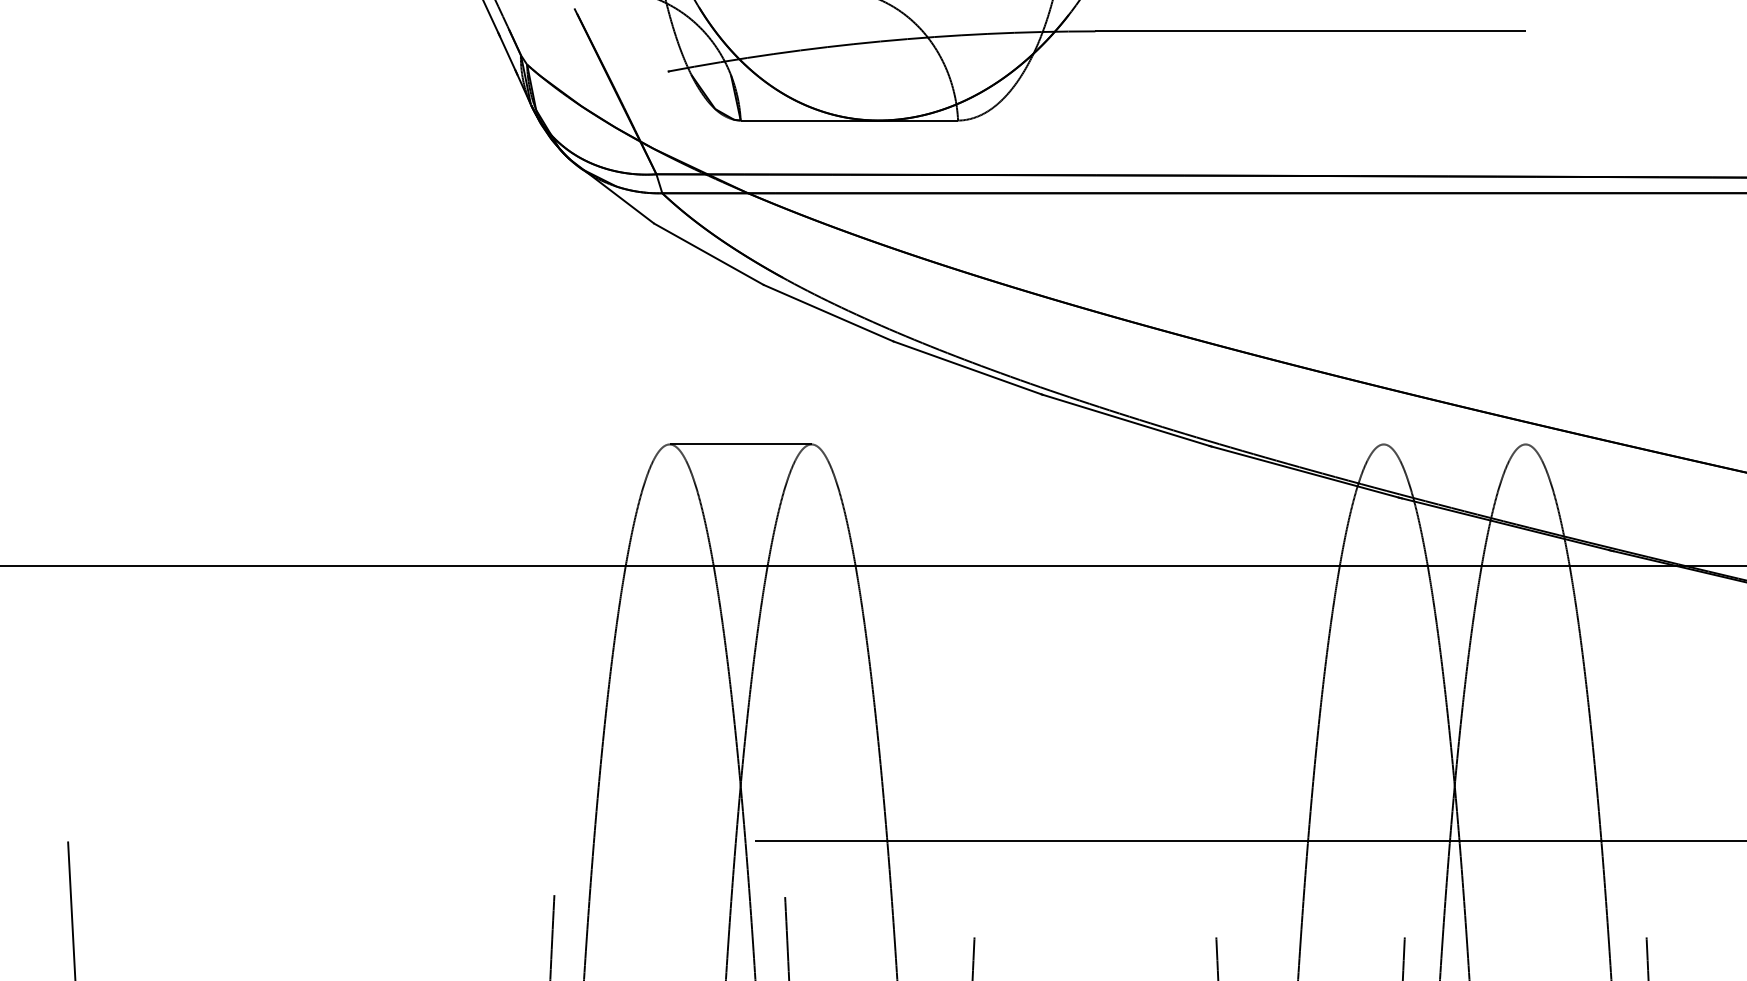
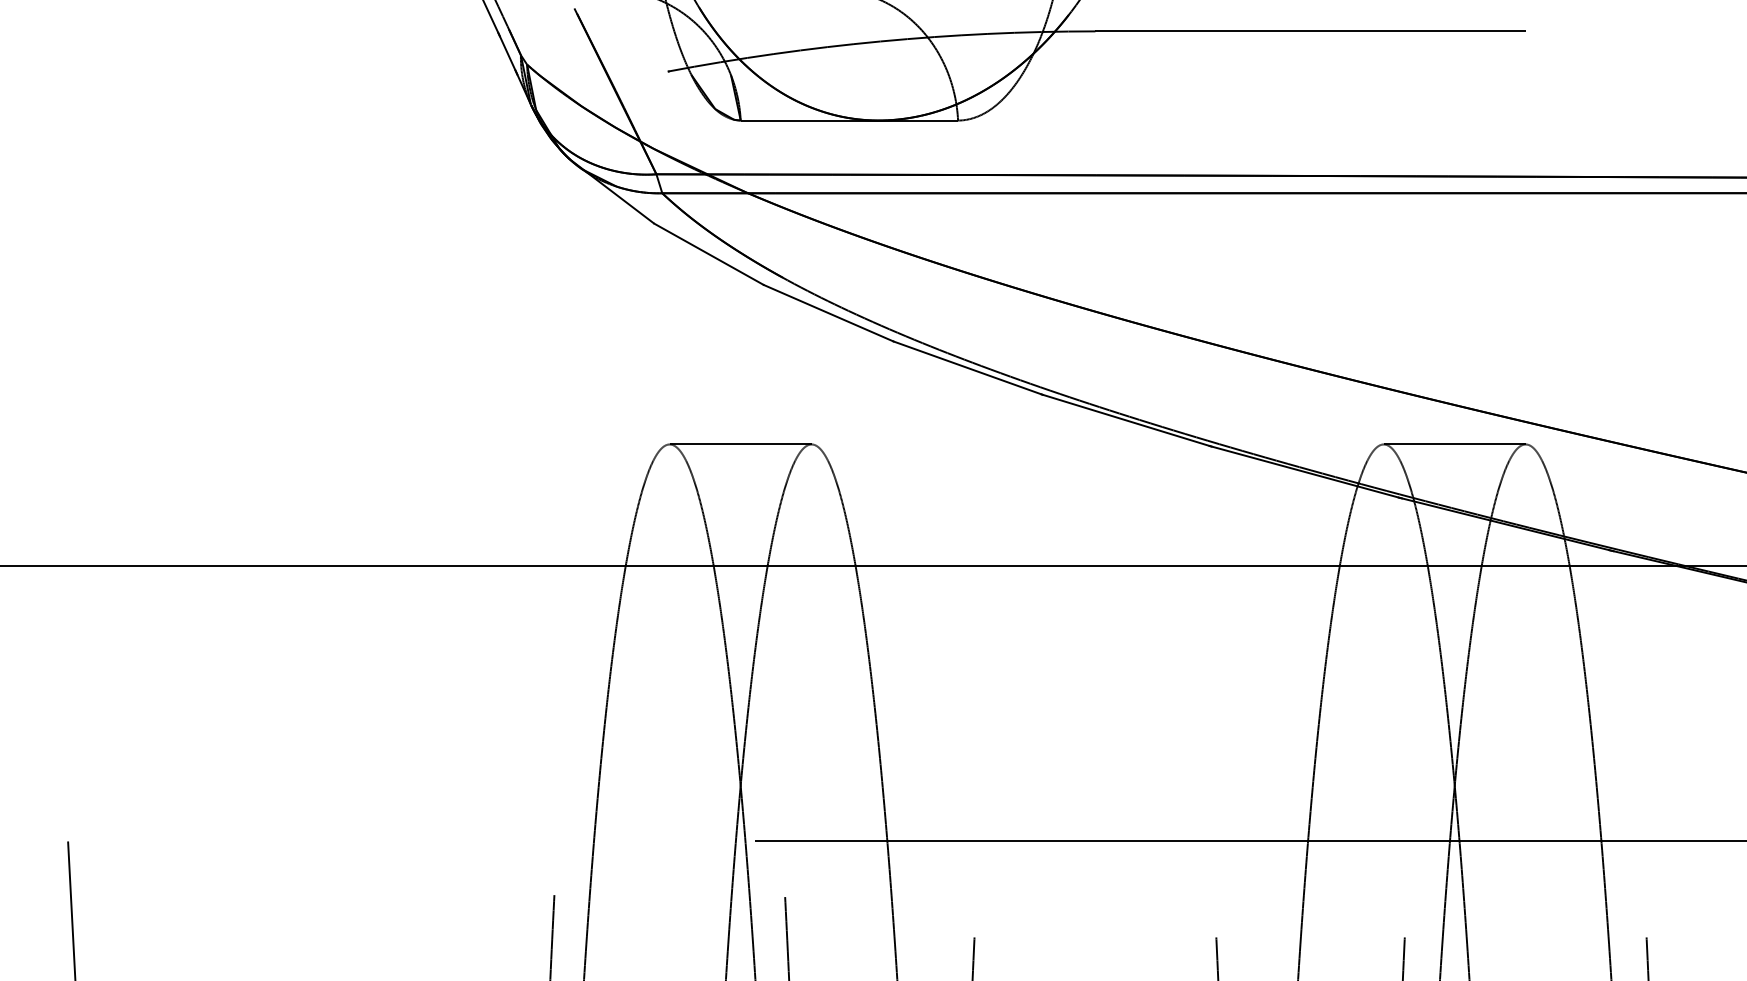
line at (1454, 444): none -> present
